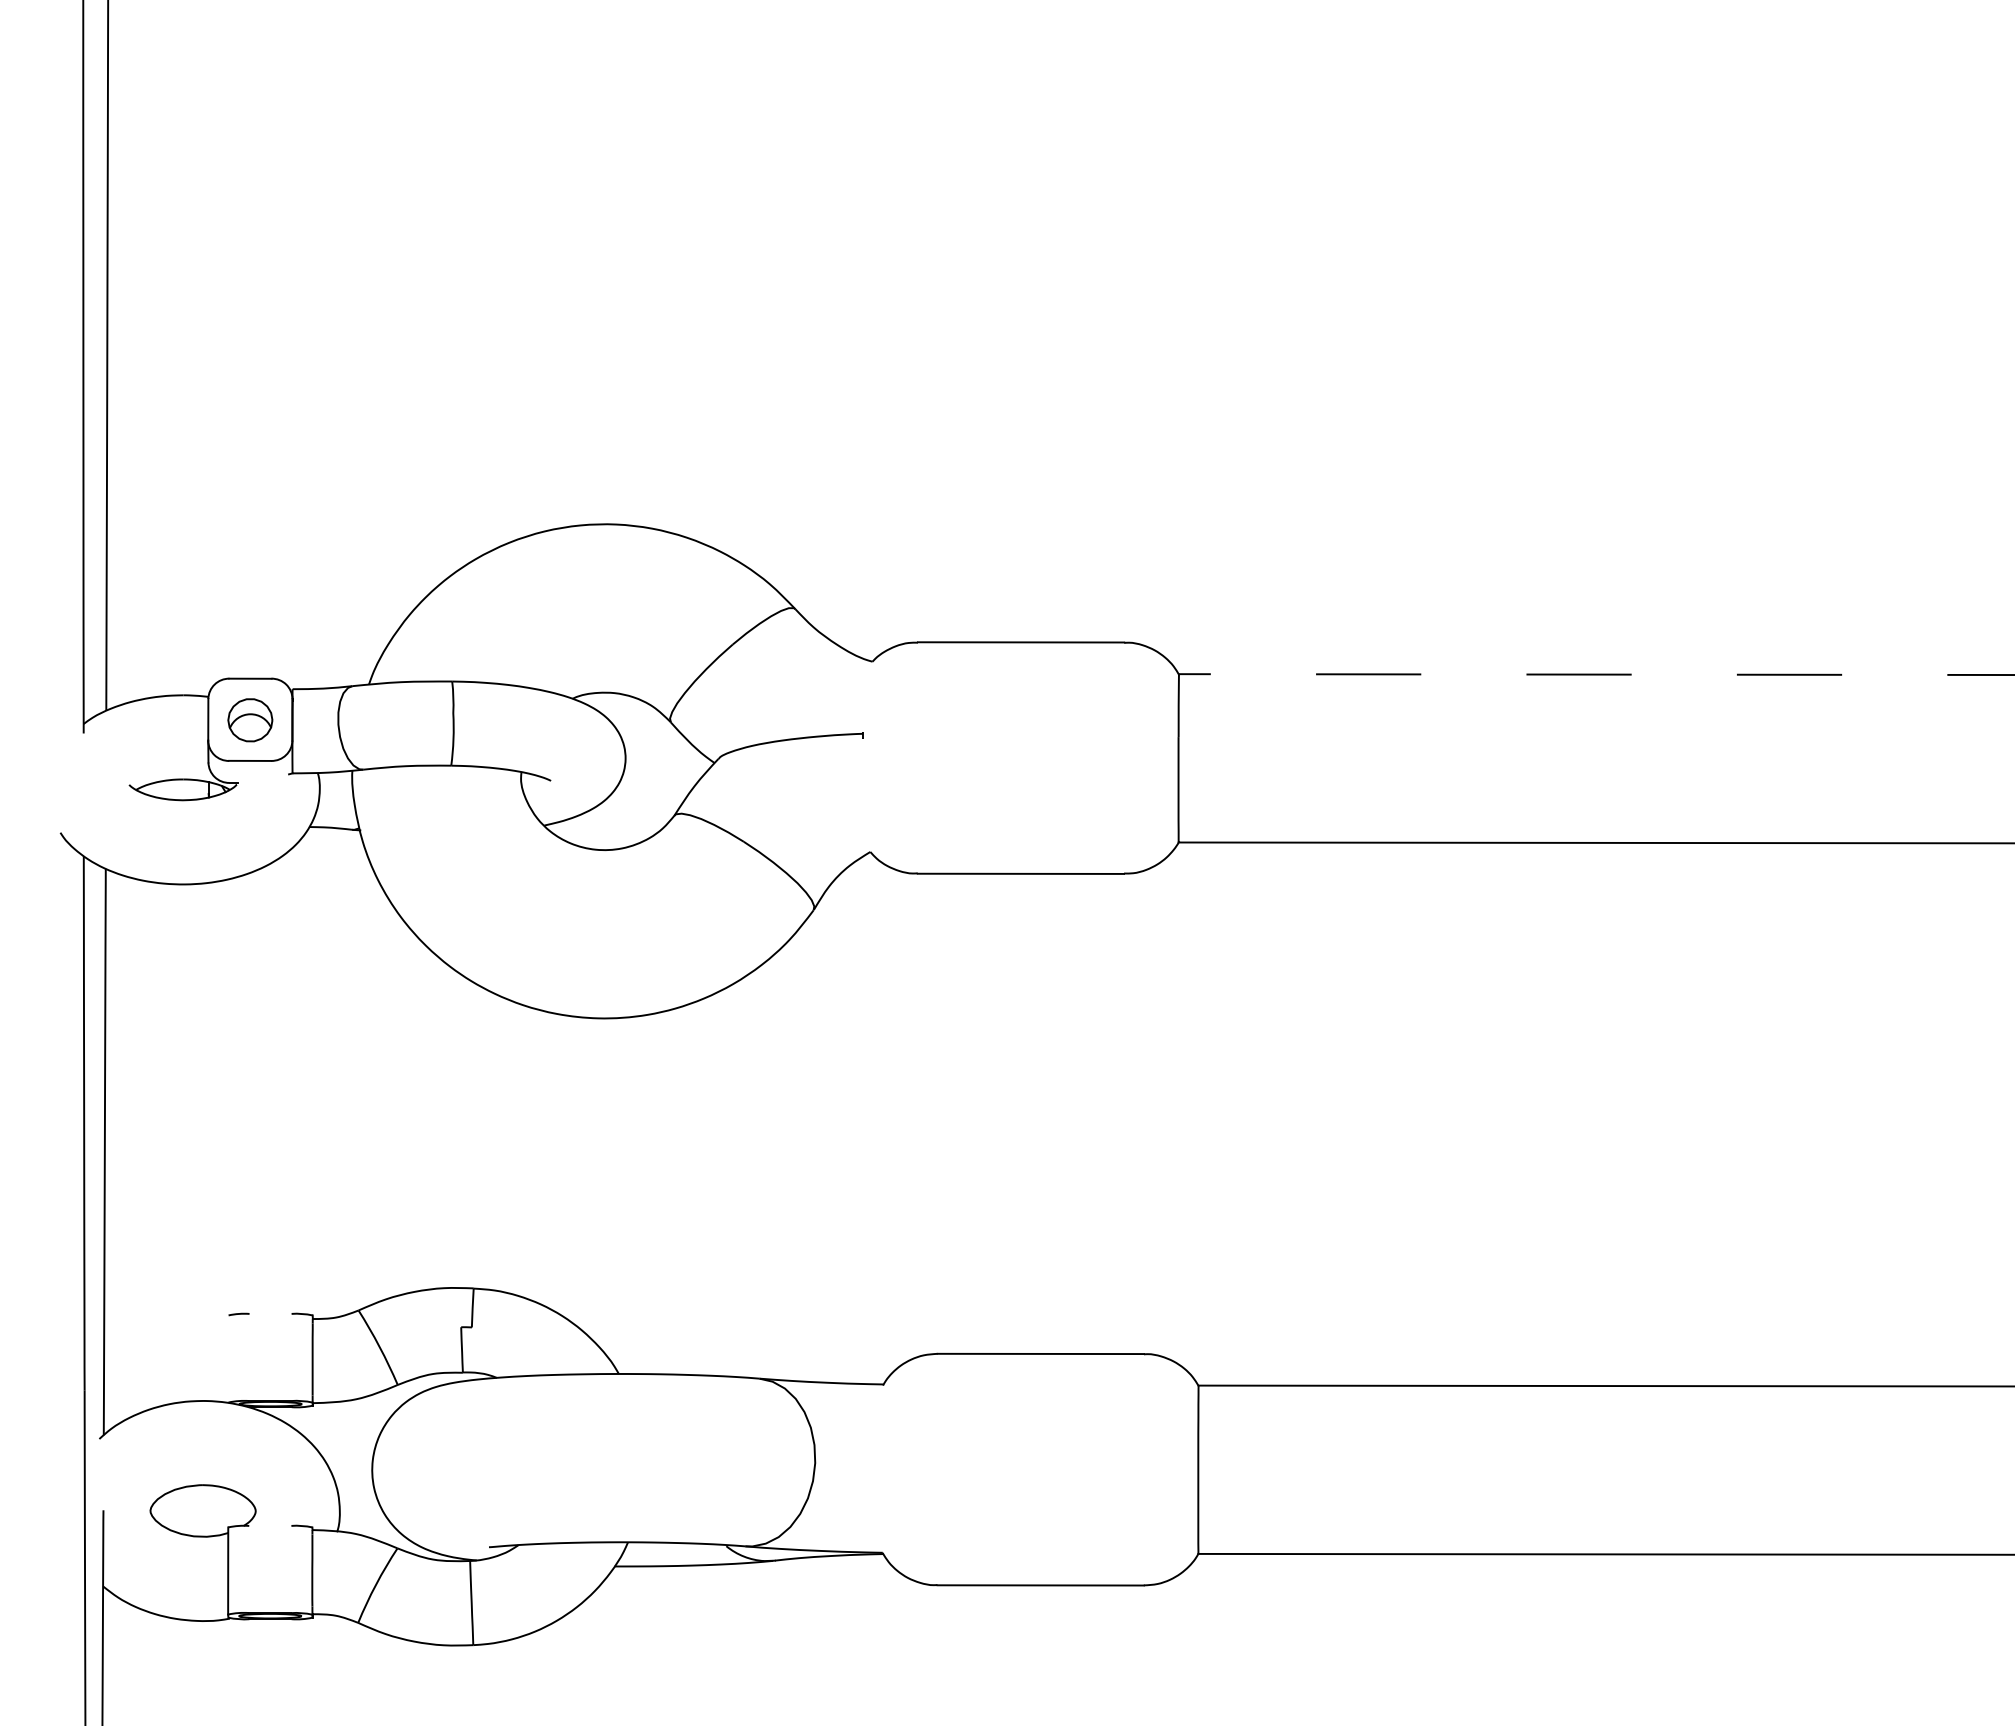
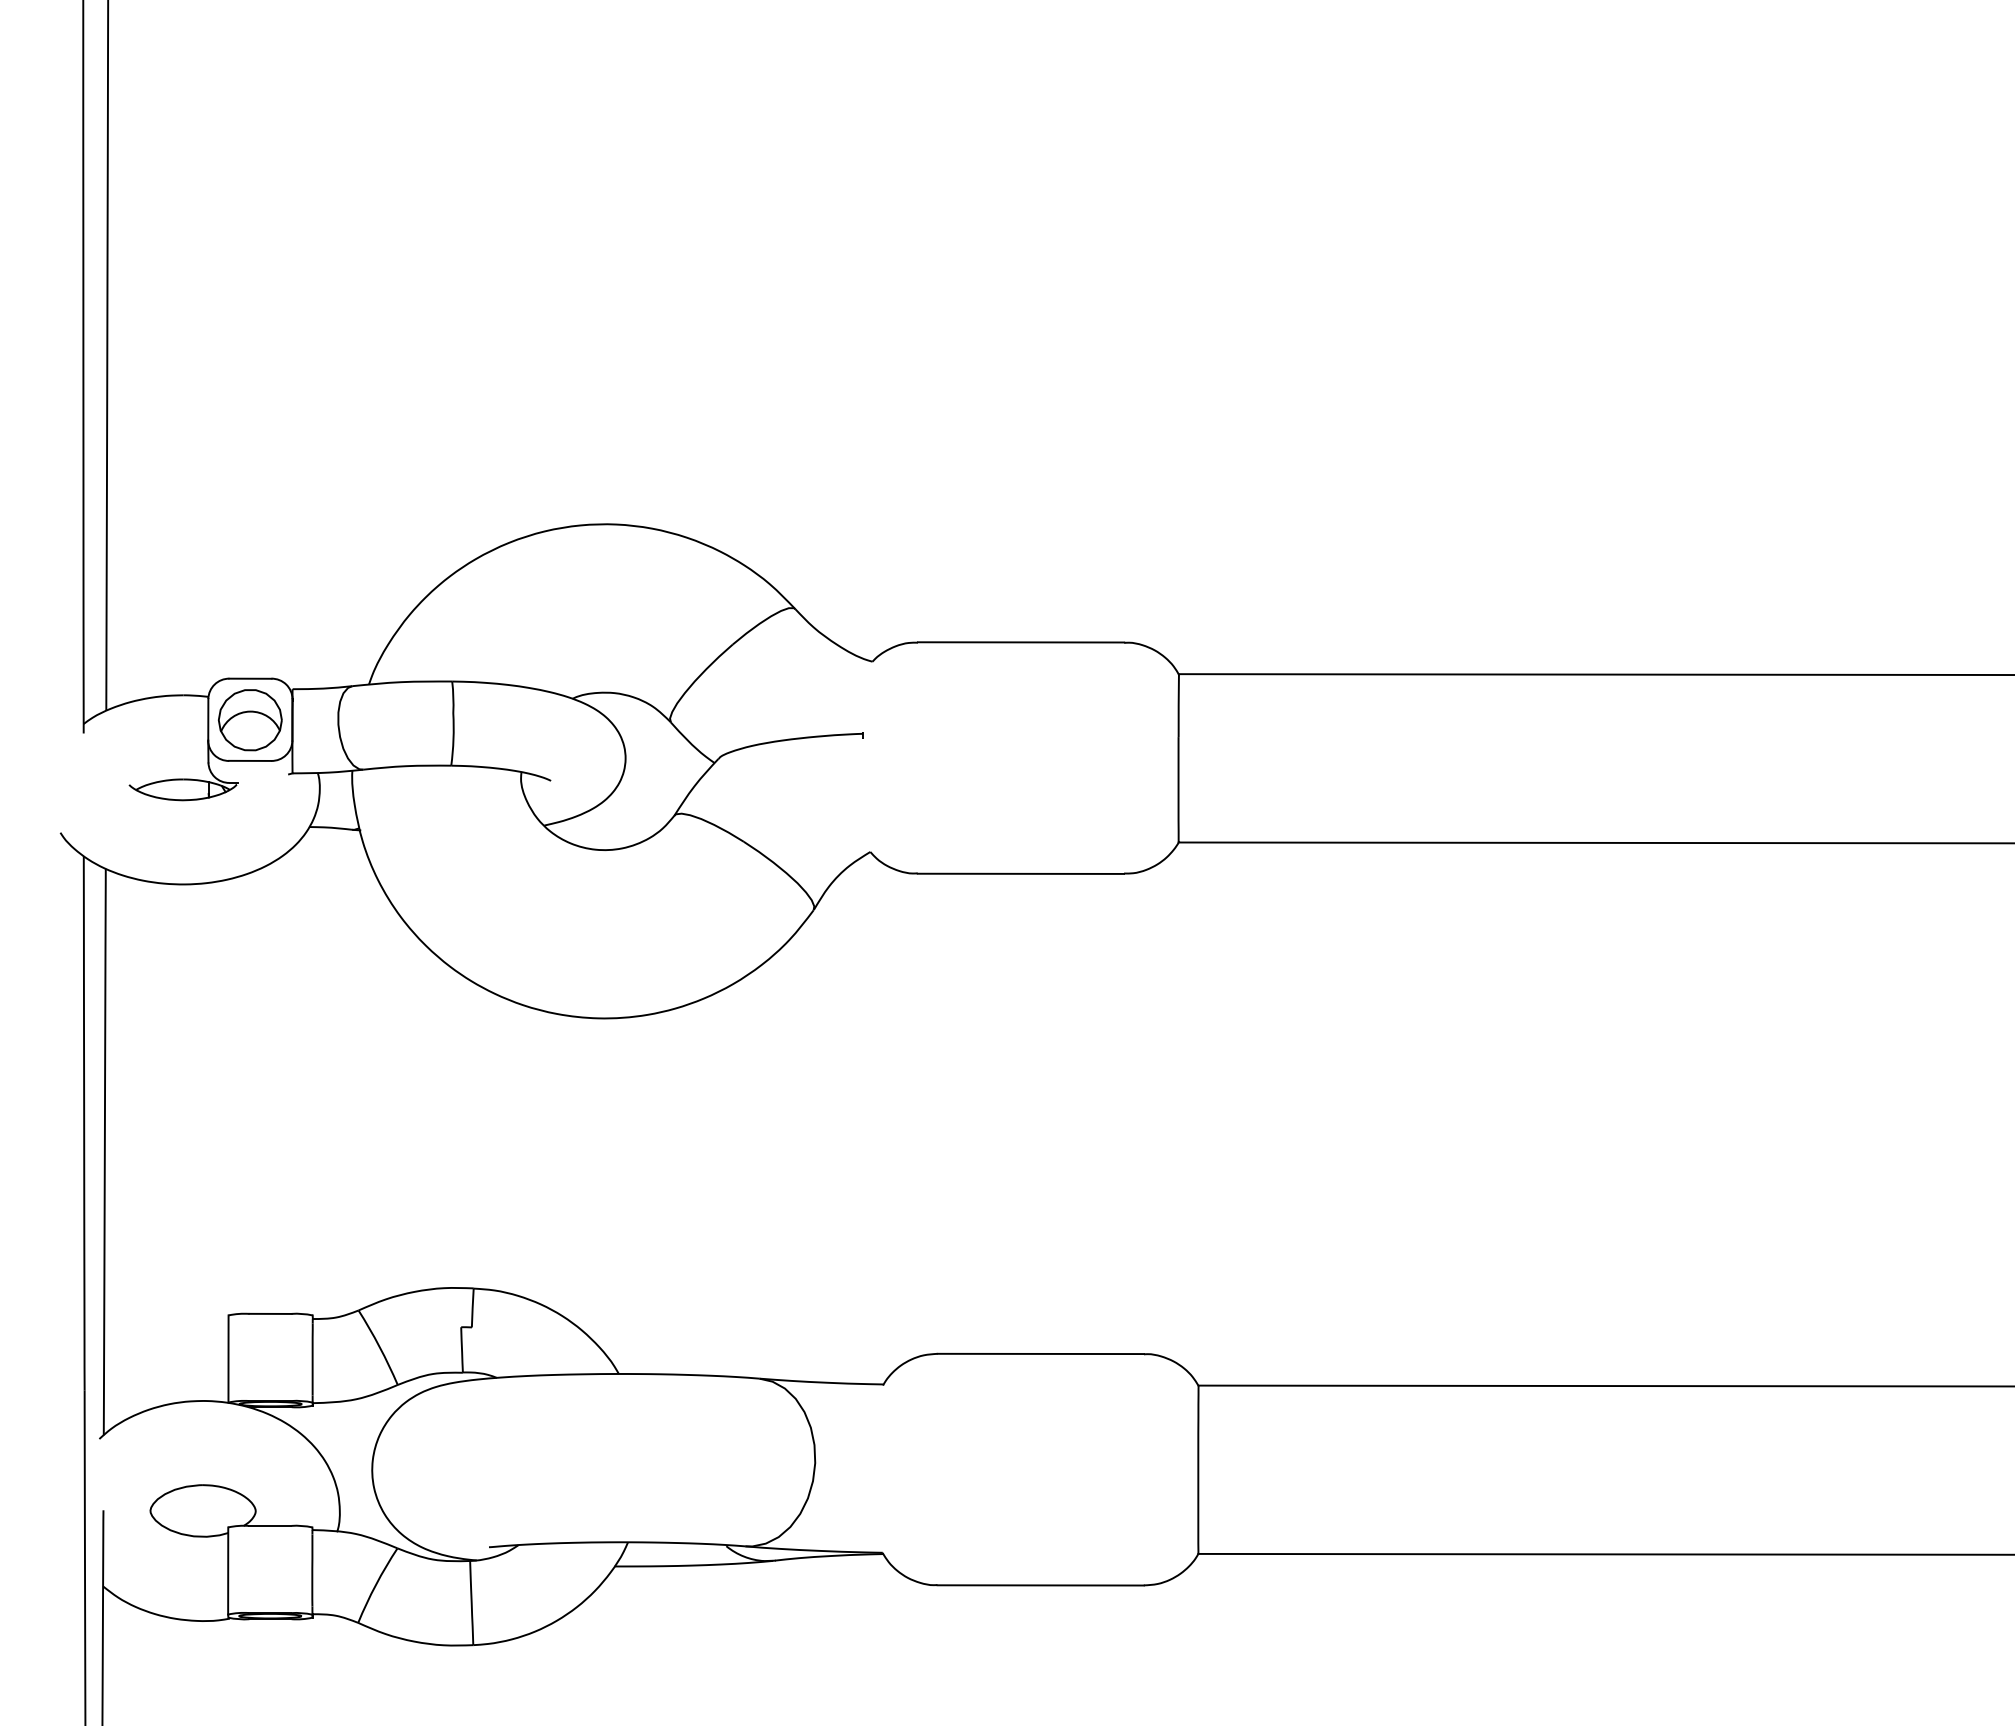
line at (1596, 674): dashed -> solid
part at (250, 720) size: 47x45 px -> 65x63 px
line at (270, 1313): none -> present
line at (228, 1358): none -> present
line at (270, 1525): none -> present
